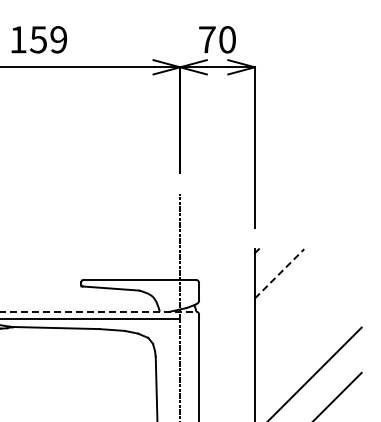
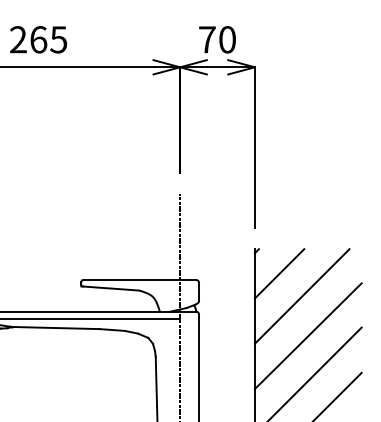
text at (38, 39): 159 -> 265
line at (279, 273): dashed -> solid
line at (301, 296): none -> present
line at (98, 311): dashed -> solid
line at (307, 336): none -> present
